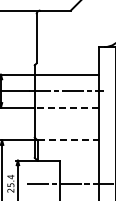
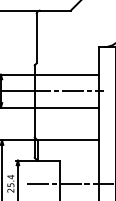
line at (66, 107): dashed -> solid
line at (68, 140): dashed -> solid
